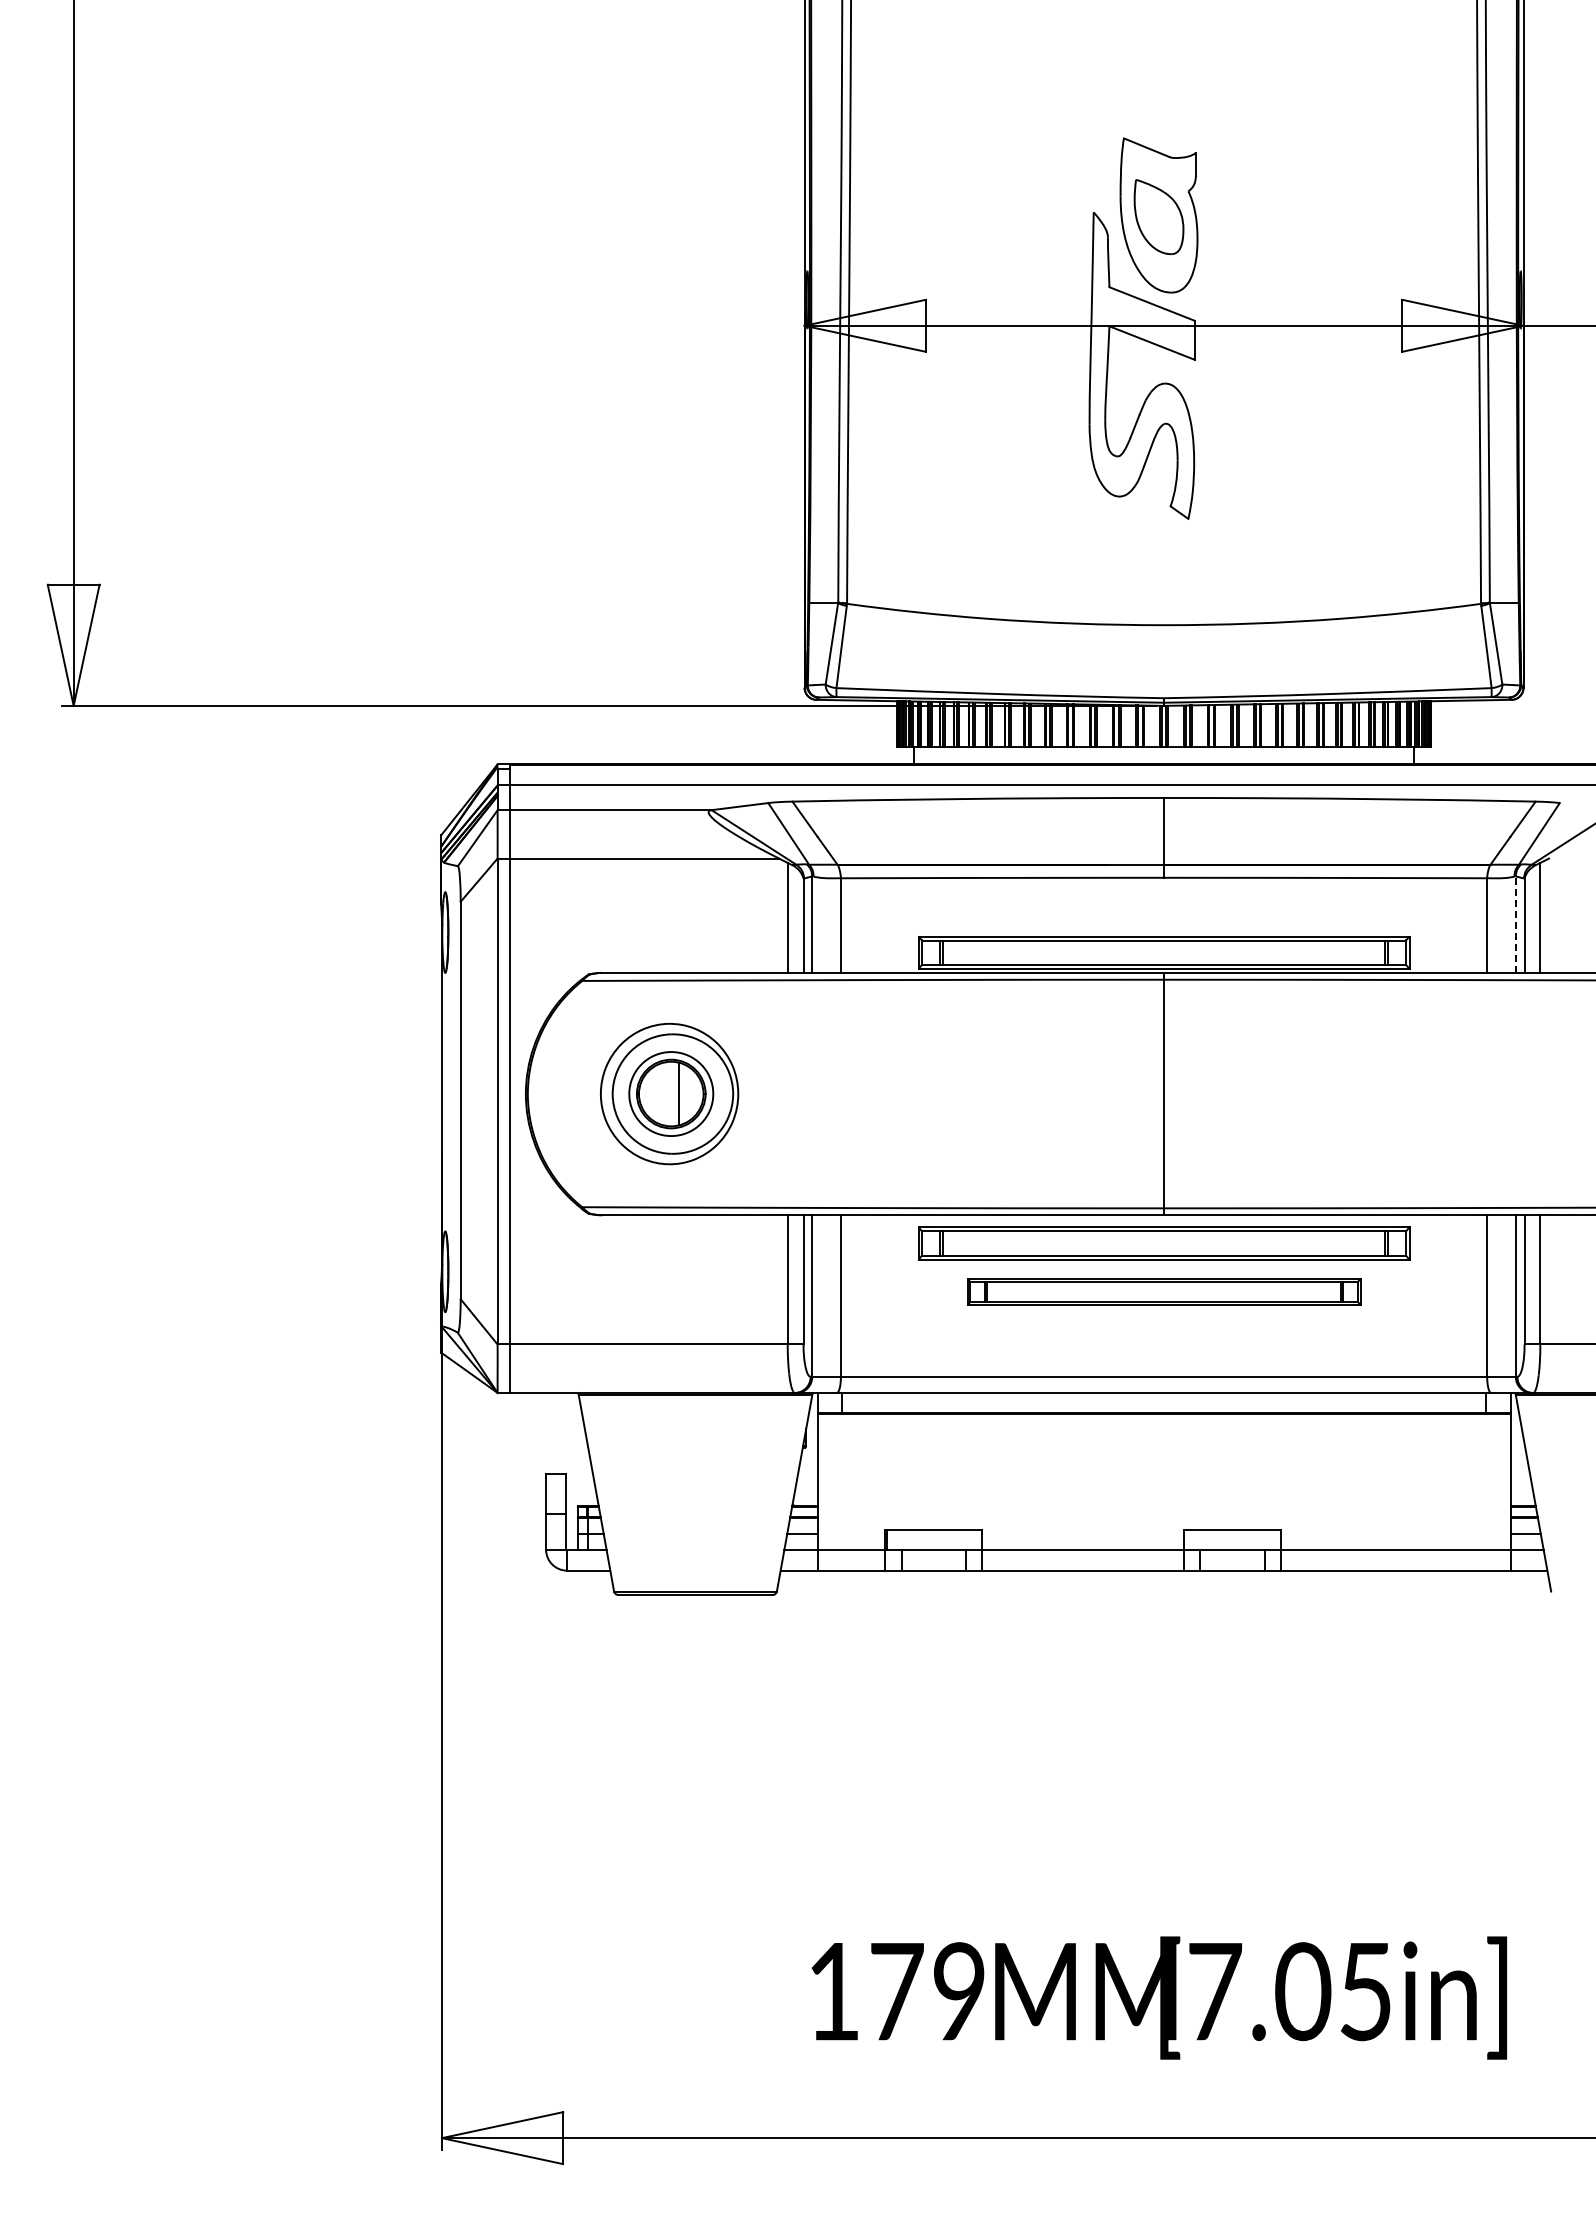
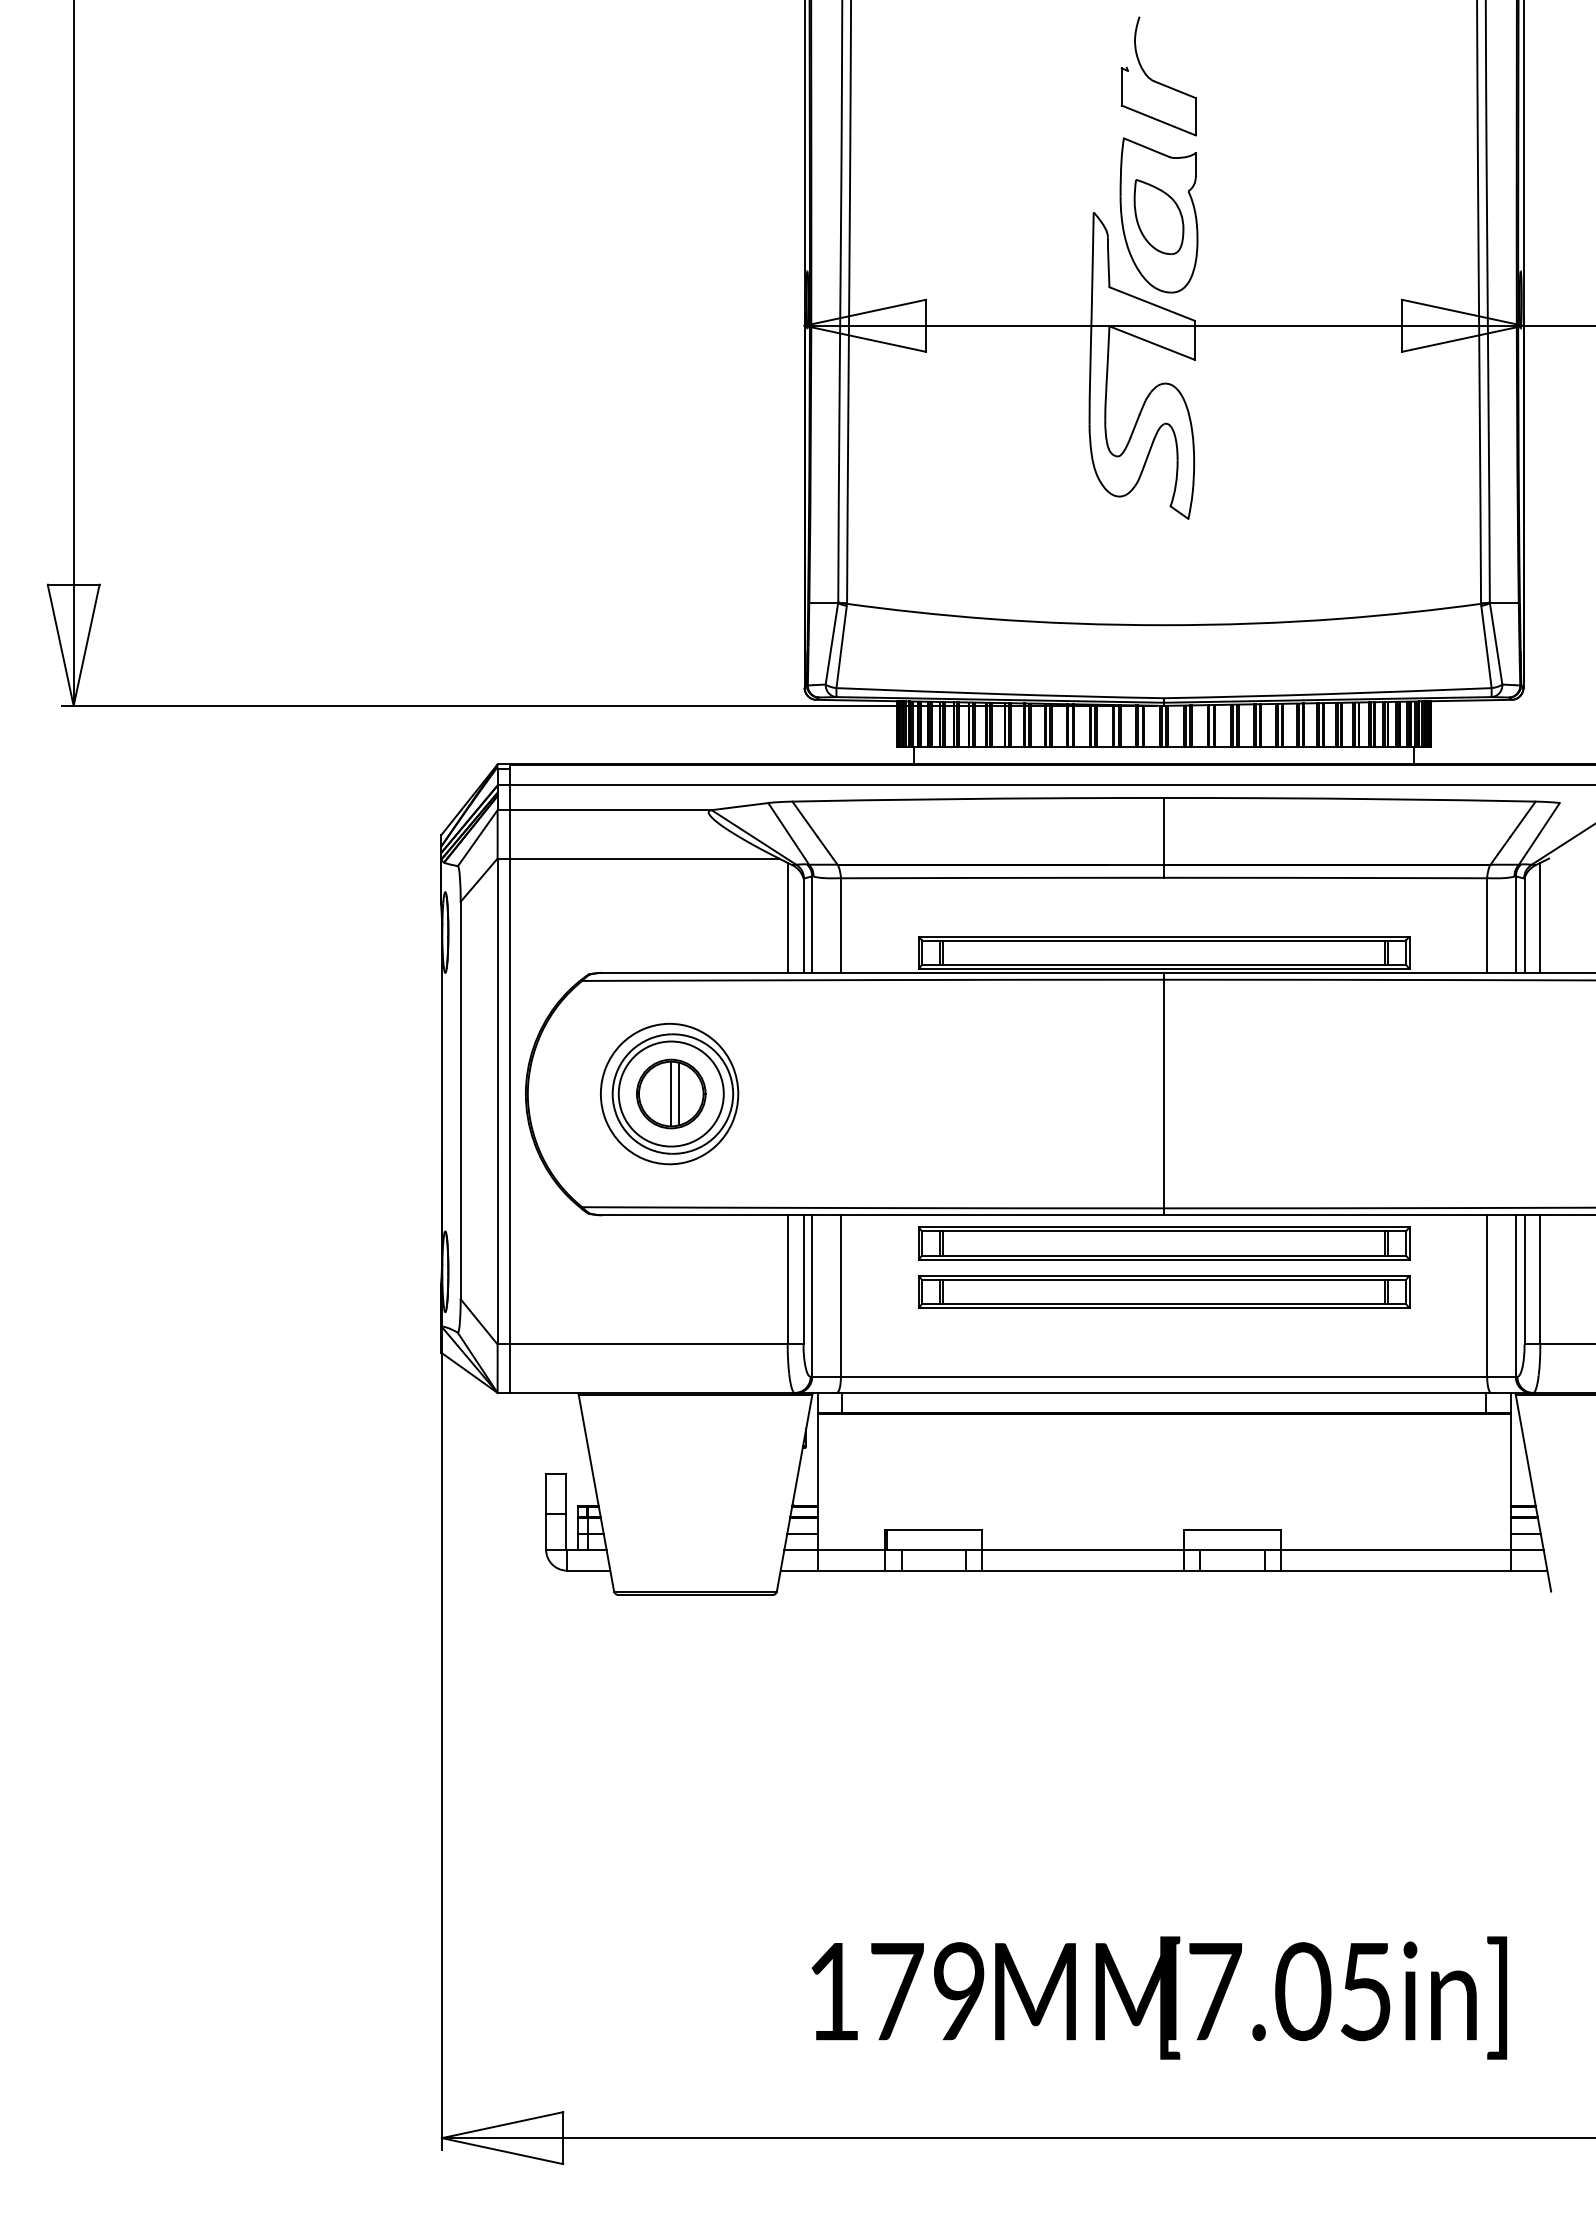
part at (1158, 76): none -> present
line at (1515, 924): dashed -> solid
line at (671, 1093): none -> present
circle at (671, 1094) diameter: 84 px -> 105 px
part at (1164, 1291) size: 395x28 px -> 493x34 px
